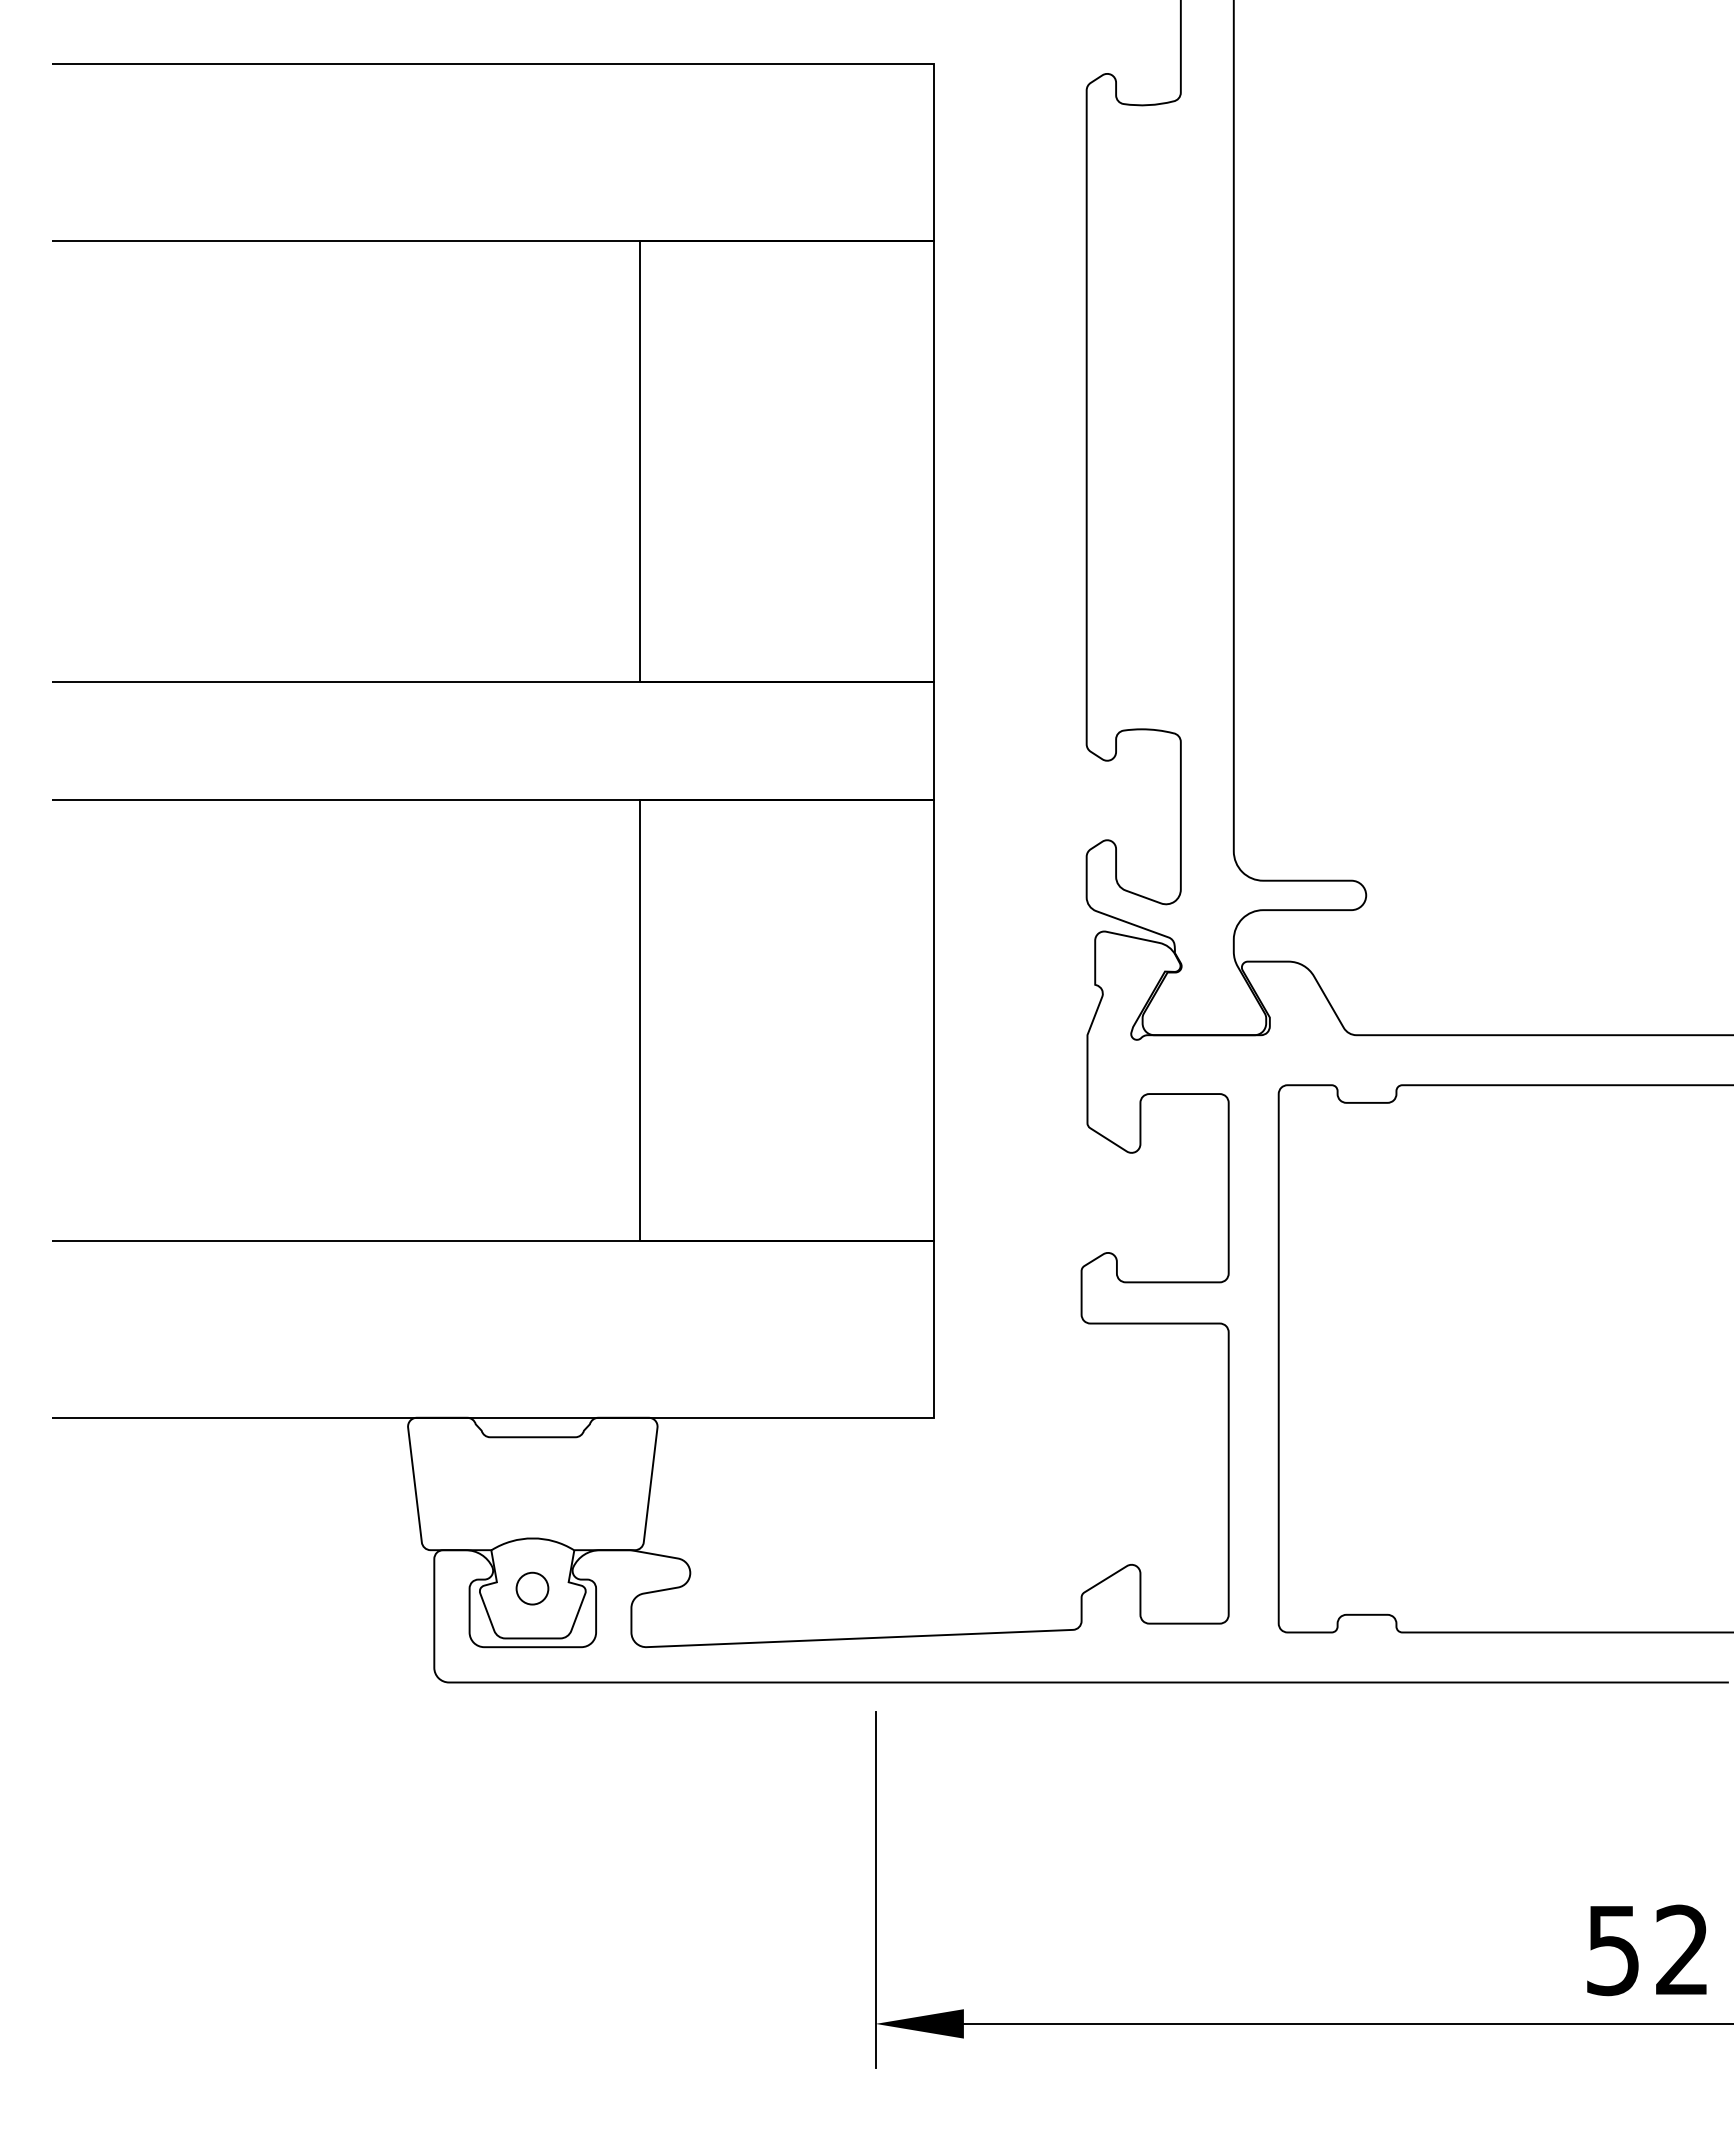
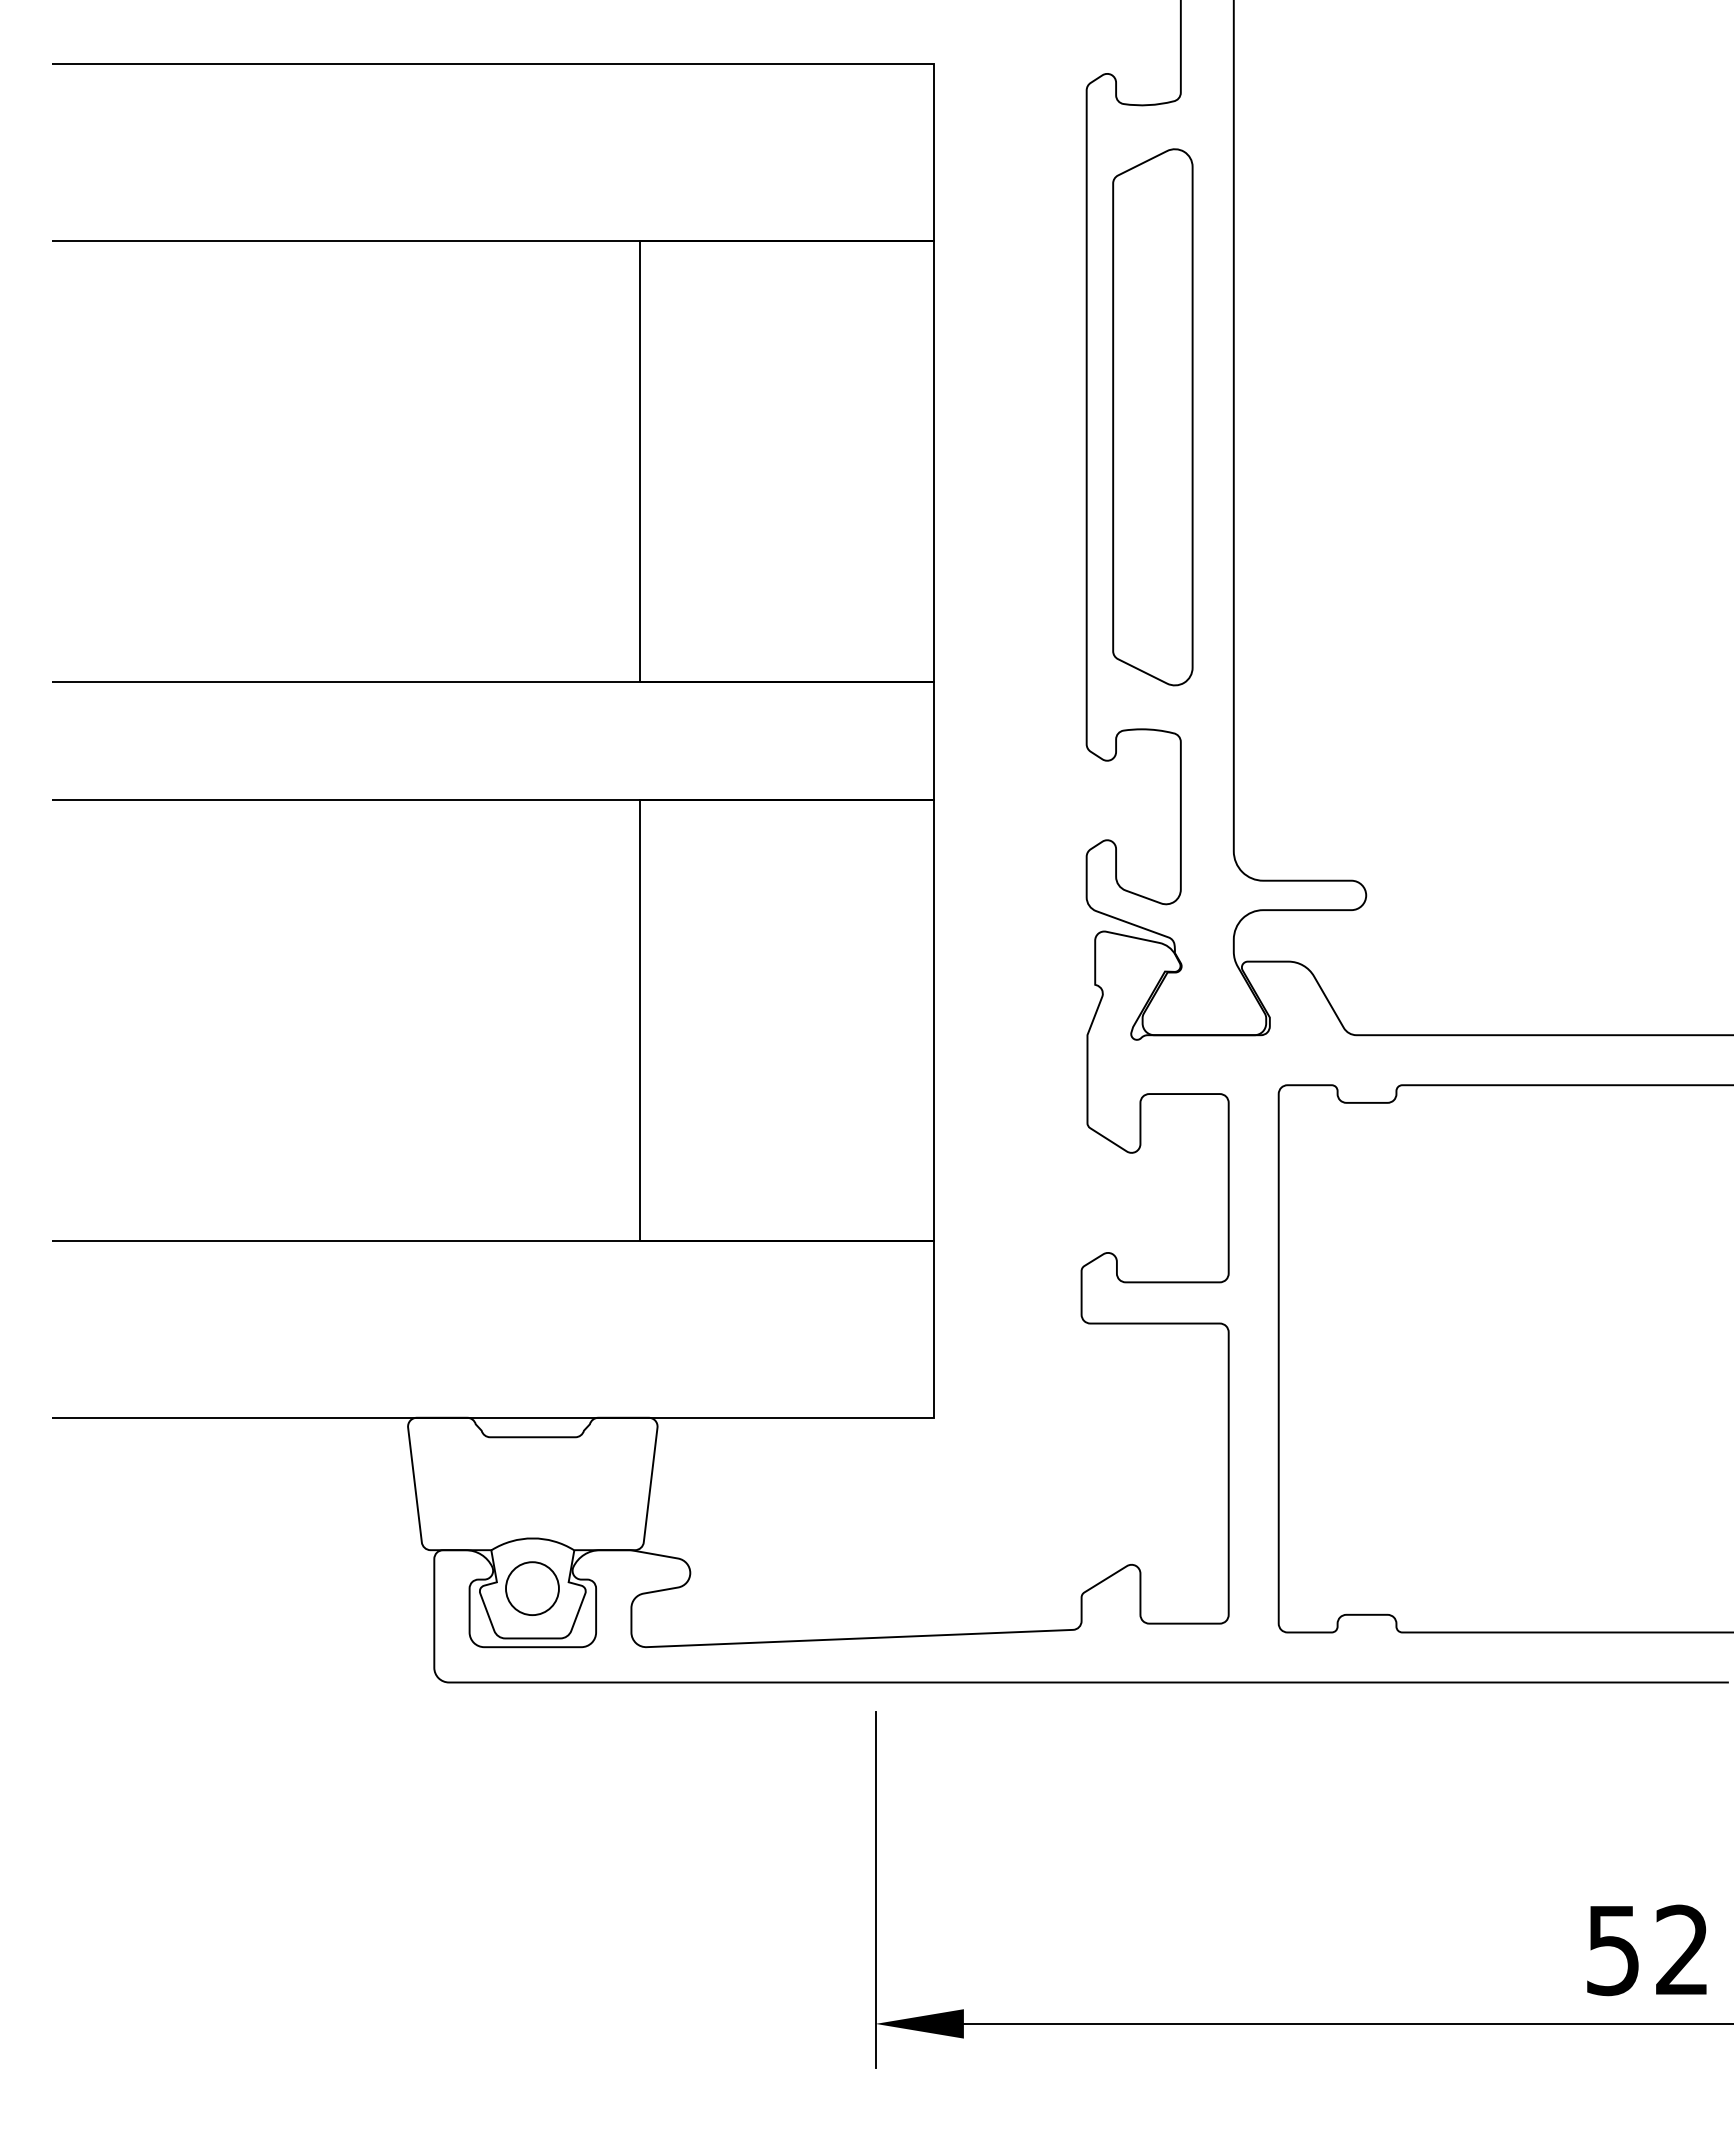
part at (1152, 417): none -> present
circle at (532, 1588) diameter: 32 px -> 53 px
